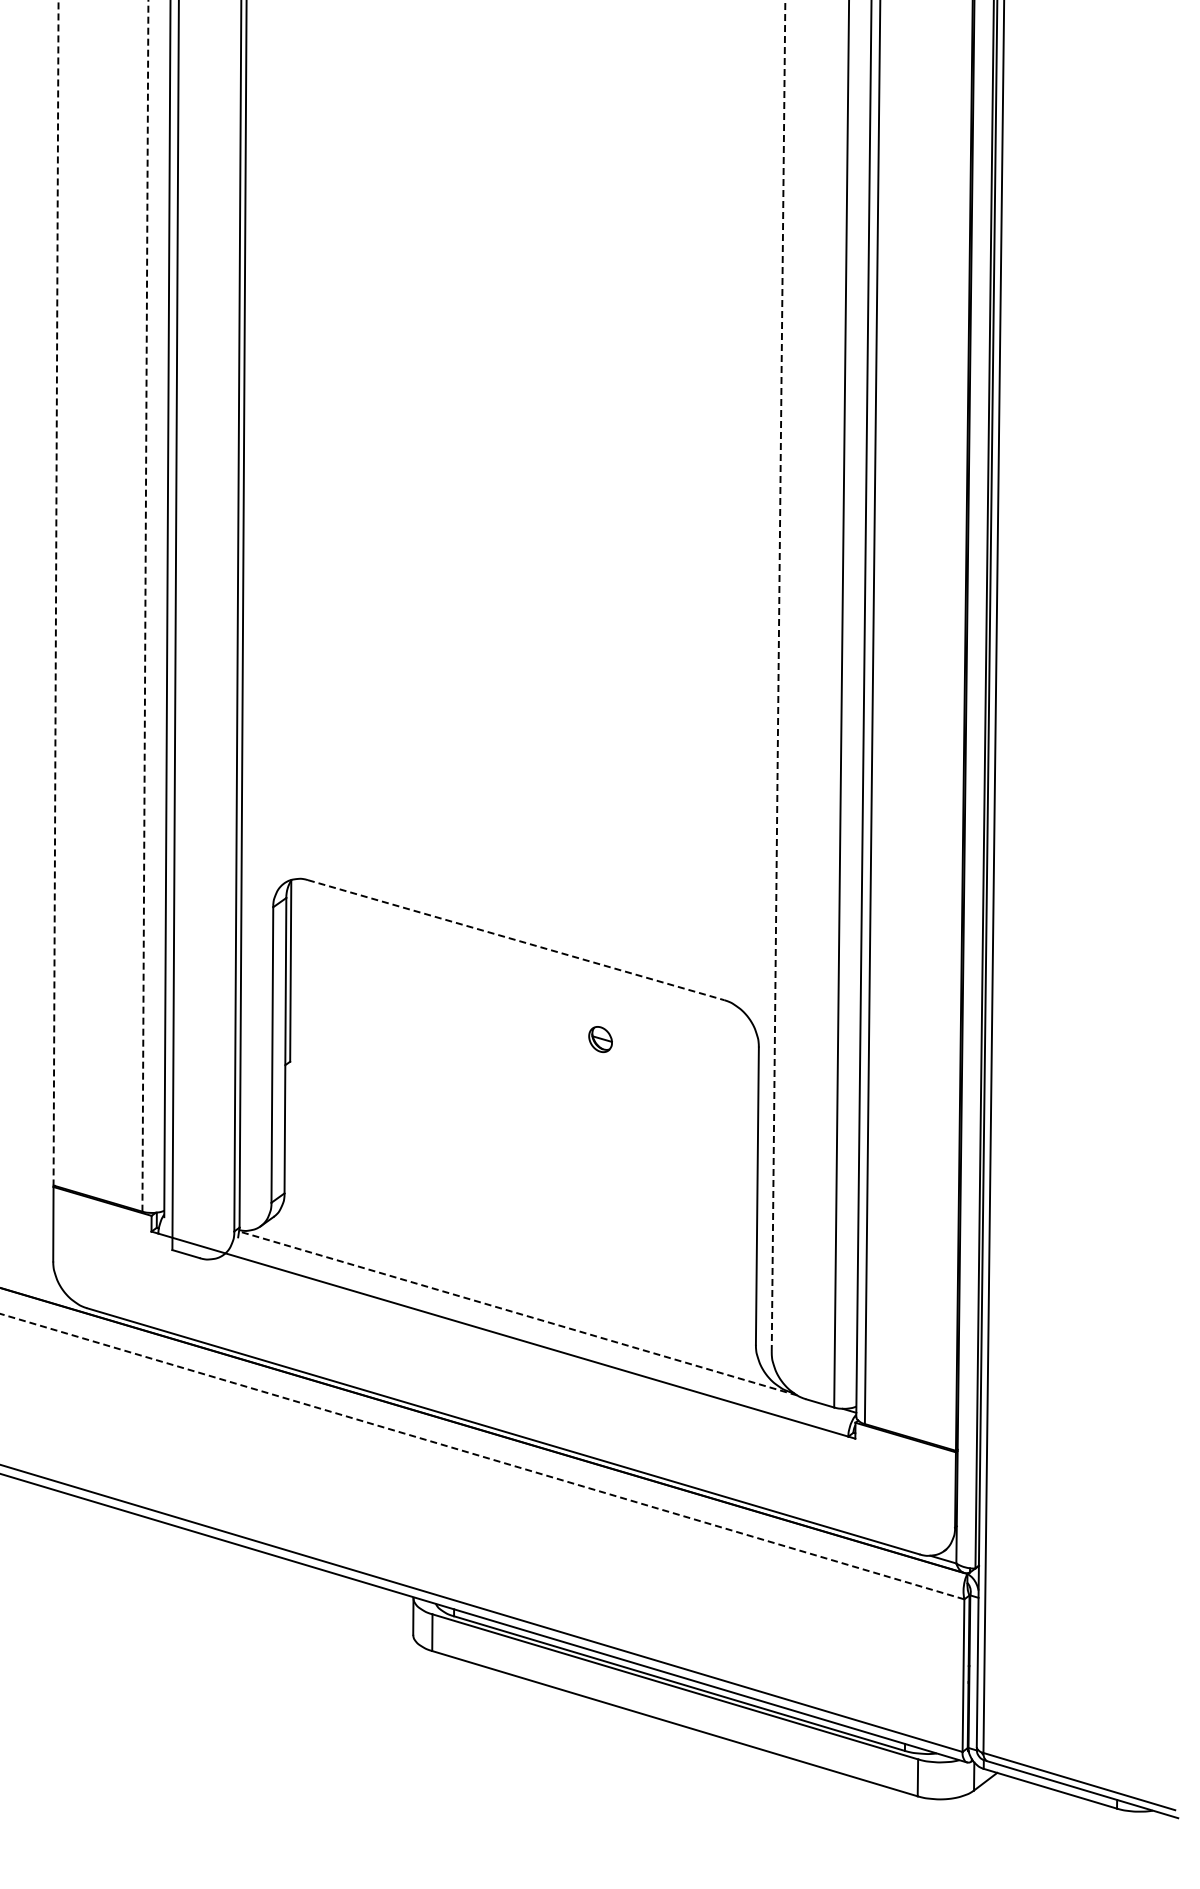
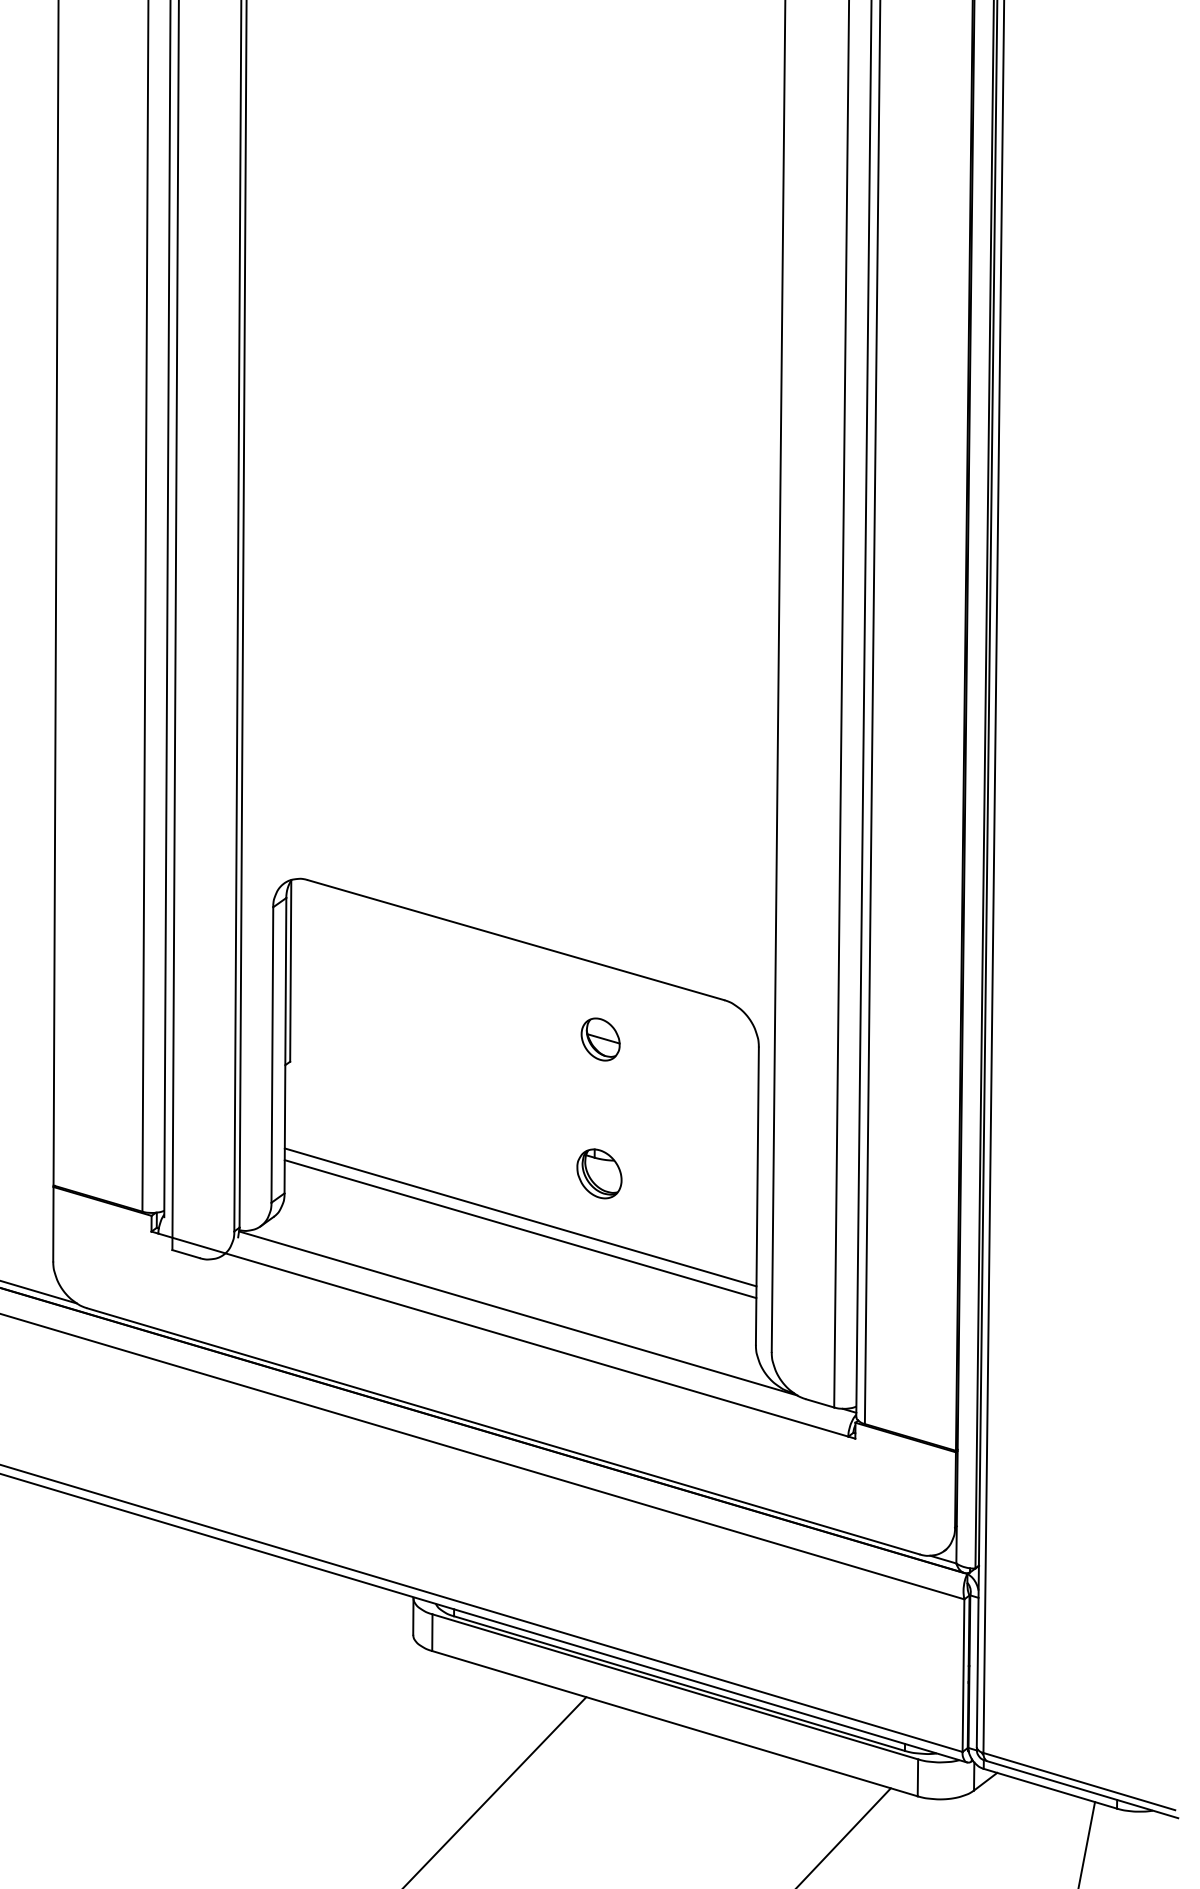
line at (56, 592): dashed -> solid
line at (145, 605): dashed -> solid
line at (778, 676): dashed -> solid
line at (516, 940): dashed -> solid
part at (600, 1039) size: 25x28 px -> 41x45 px
part at (599, 1173): none -> present
line at (520, 1217): none -> present
line at (520, 1229): none -> present
line at (39, 1292): none -> present
line at (518, 1313): dashed -> solid
line at (482, 1456): dashed -> solid
line at (495, 1791): none -> present
line at (844, 1836): none -> present
line at (1087, 1843): none -> present
